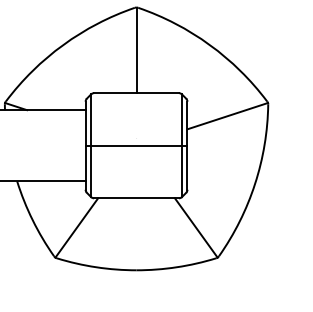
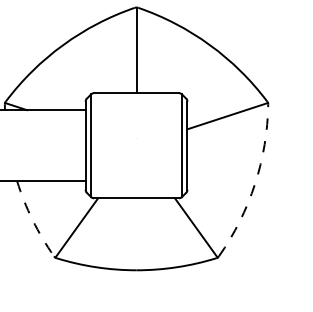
line at (136, 145): present -> none
arc at (255, 183): solid -> dashed
arc at (32, 220): solid -> dashed
